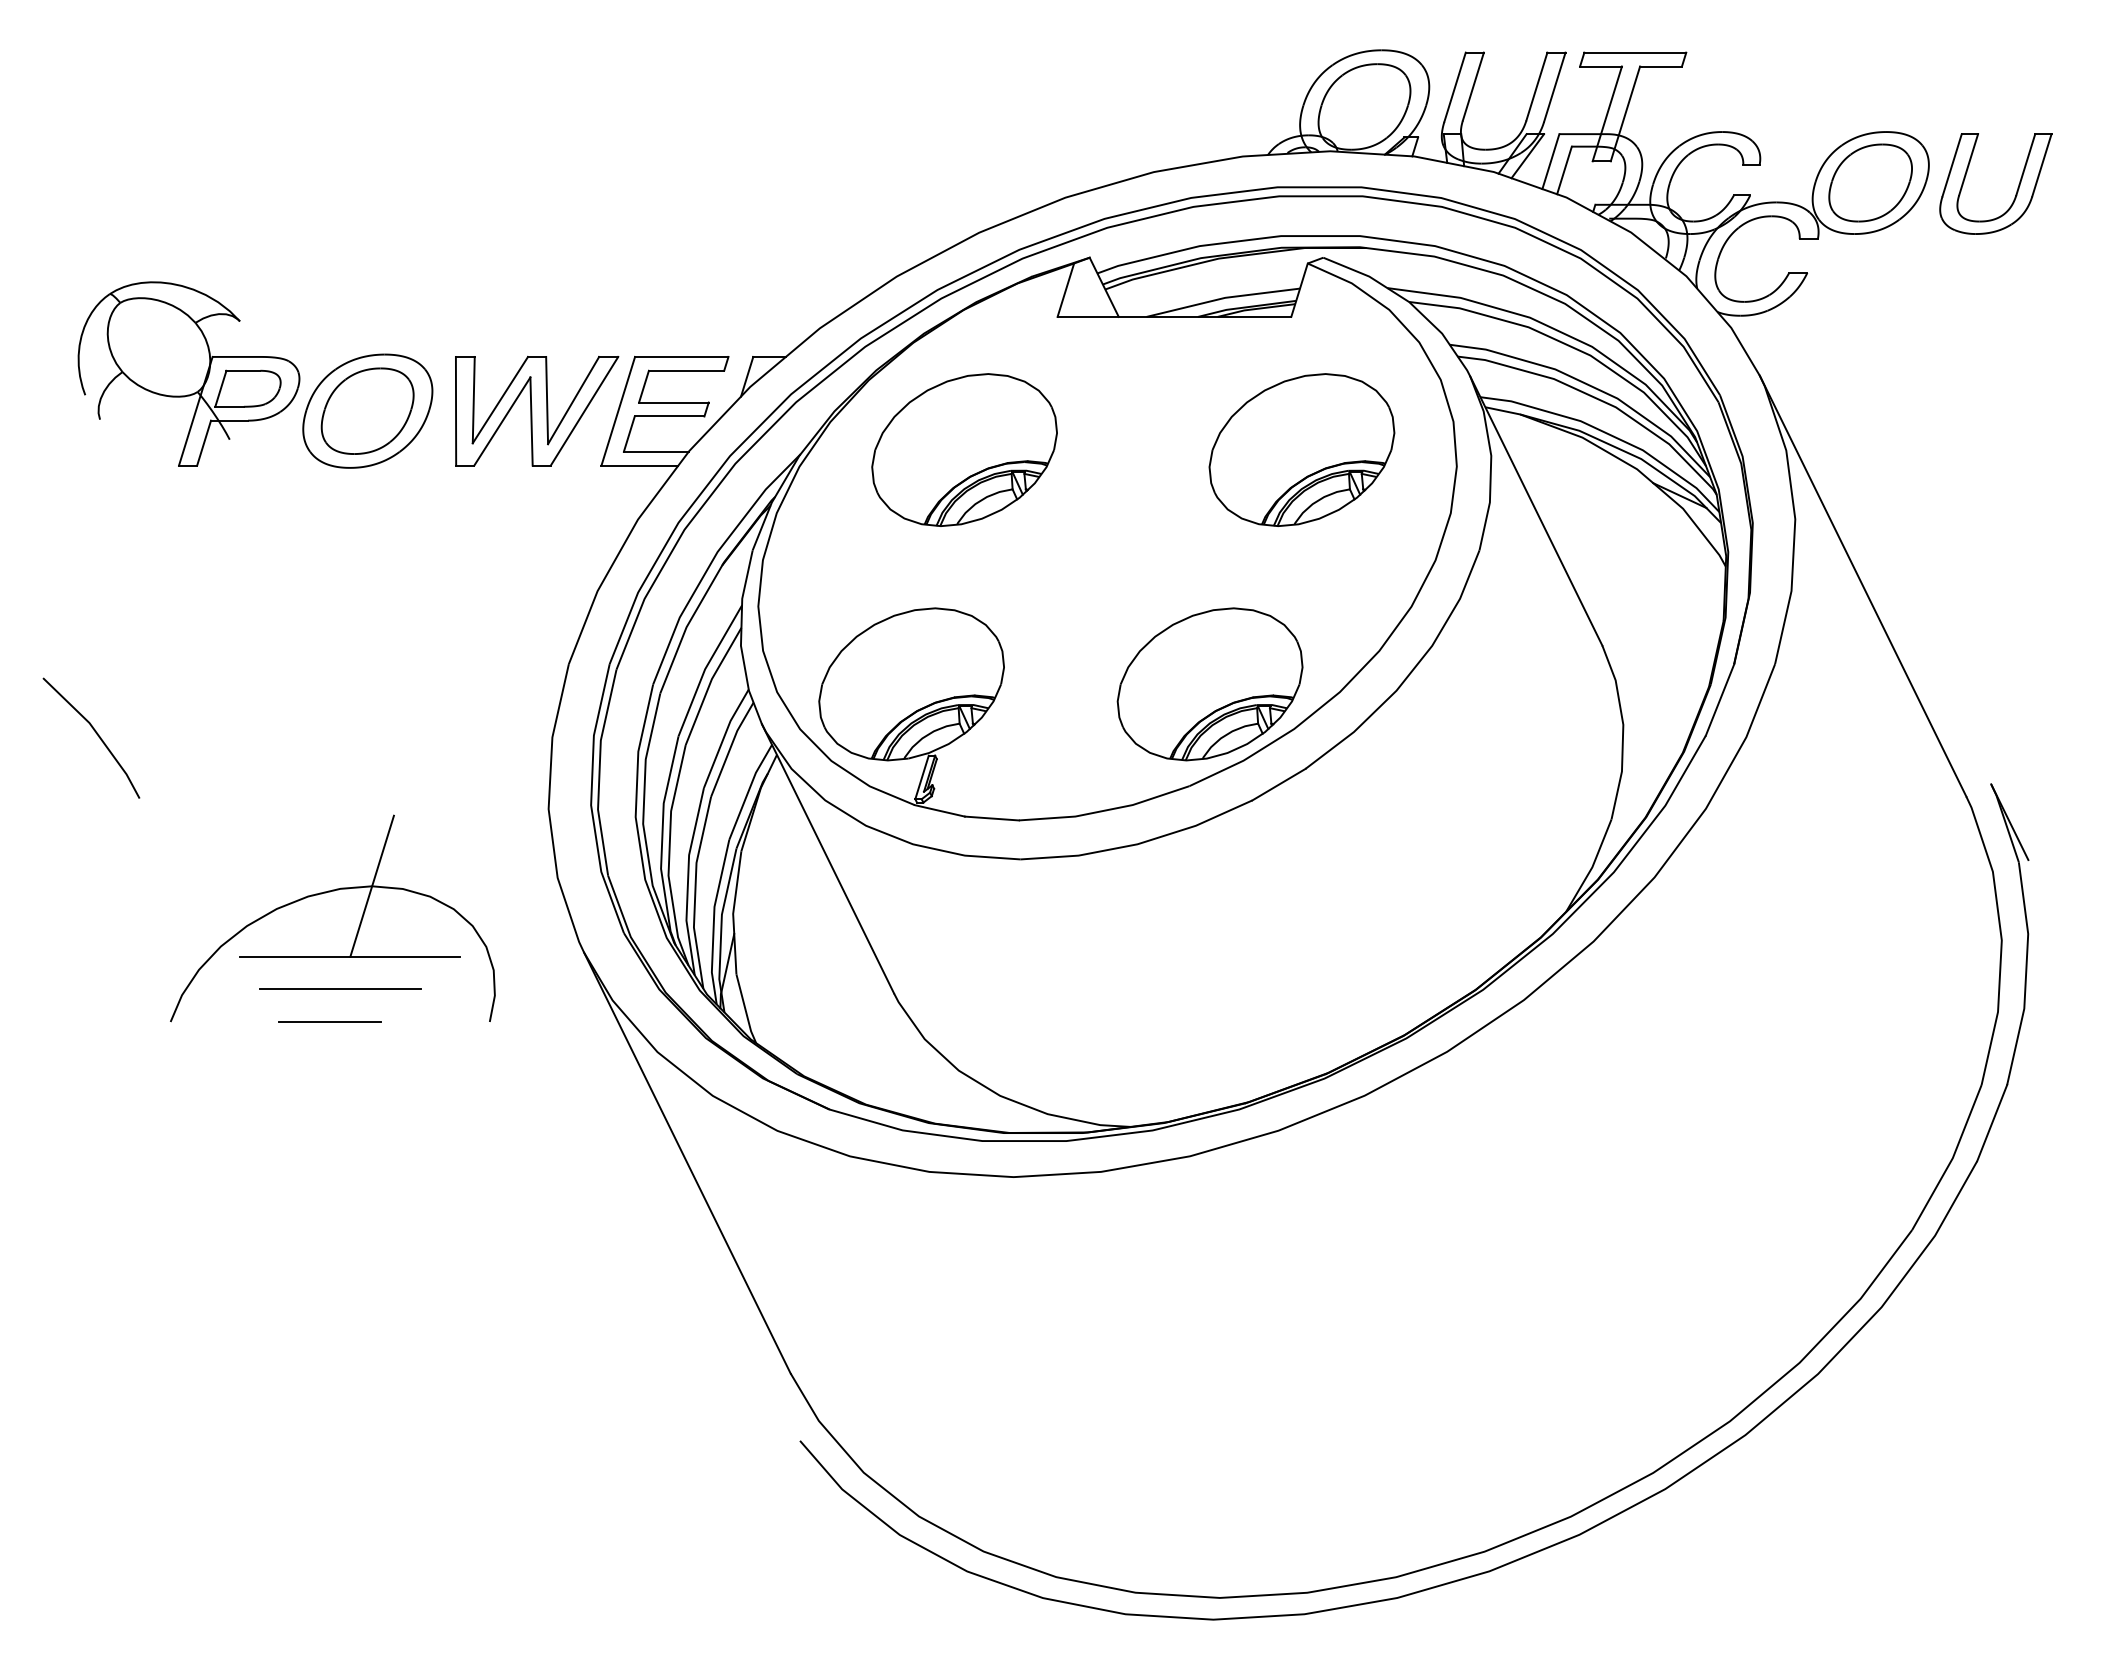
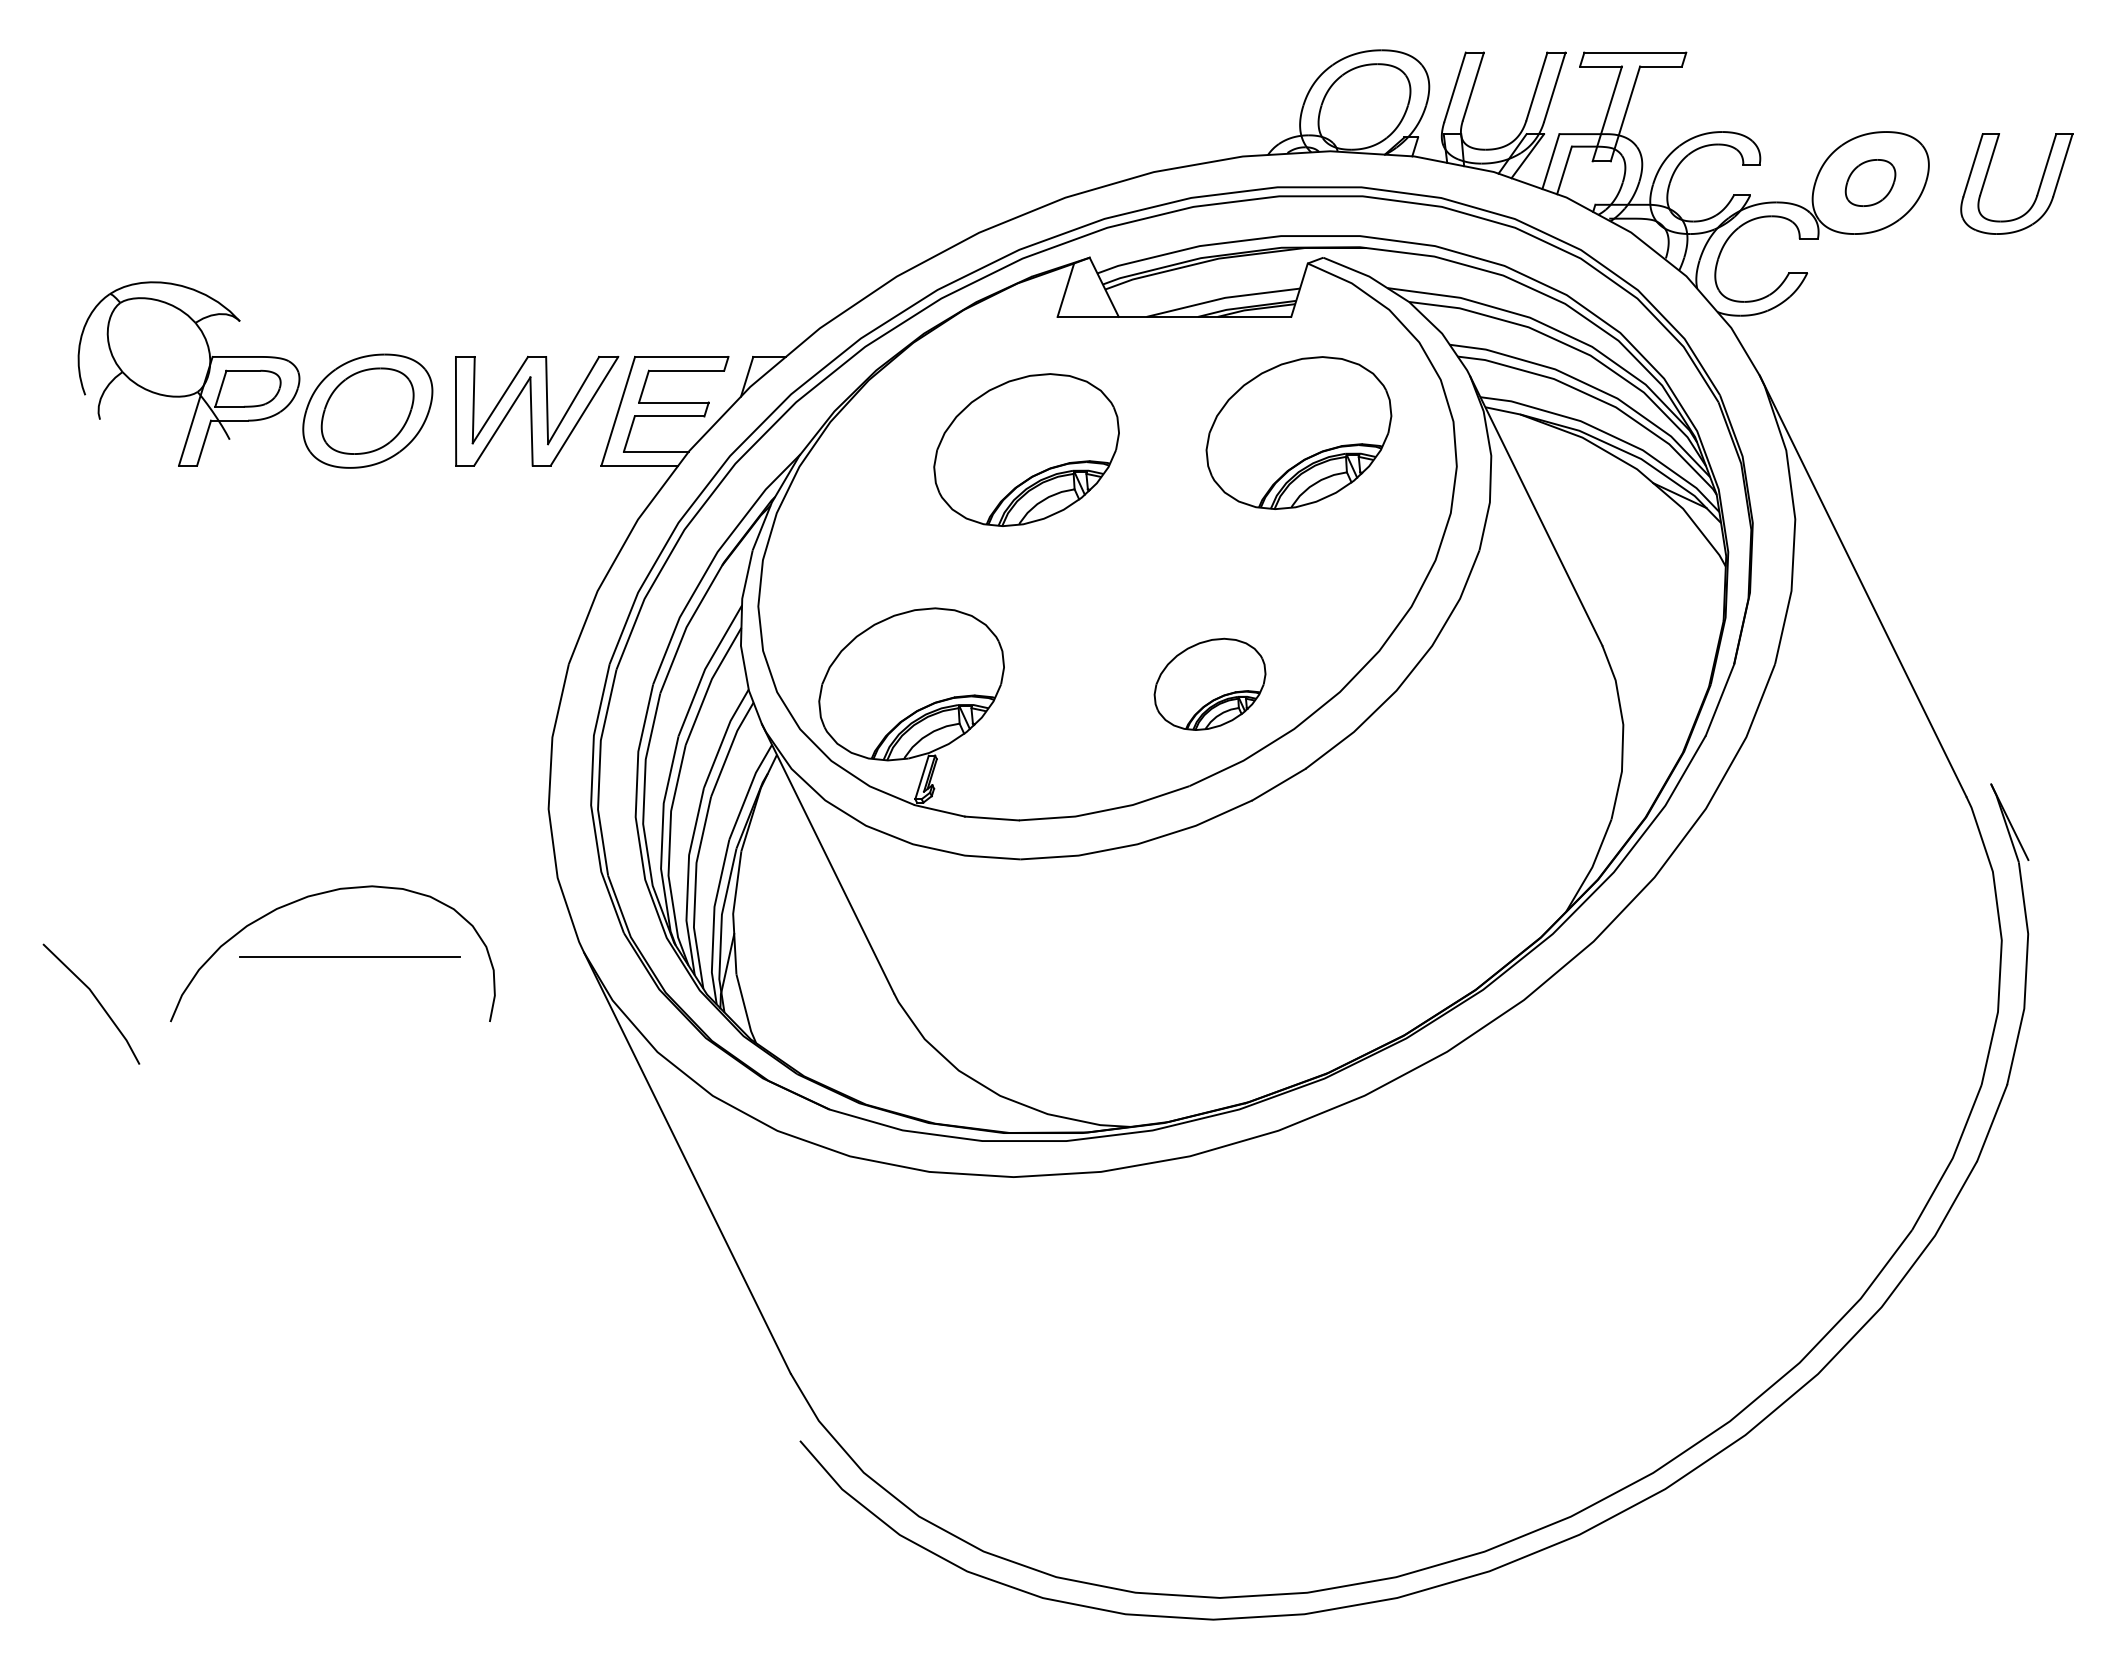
part at (1870, 182) size: 85x80 px -> 53x48 px
part at (2016, 190) position: (2016, 190) -> (2037, 190)
part at (964, 449) position: (964, 449) -> (1026, 449)
part at (1301, 449) position: (1301, 449) -> (1298, 432)
part at (1209, 684) size: 188x155 px -> 114x94 px
line at (95, 733) position: (95, 733) -> (95, 999)
line at (371, 885): present -> none
line at (339, 989): present -> none
line at (330, 1022): present -> none
